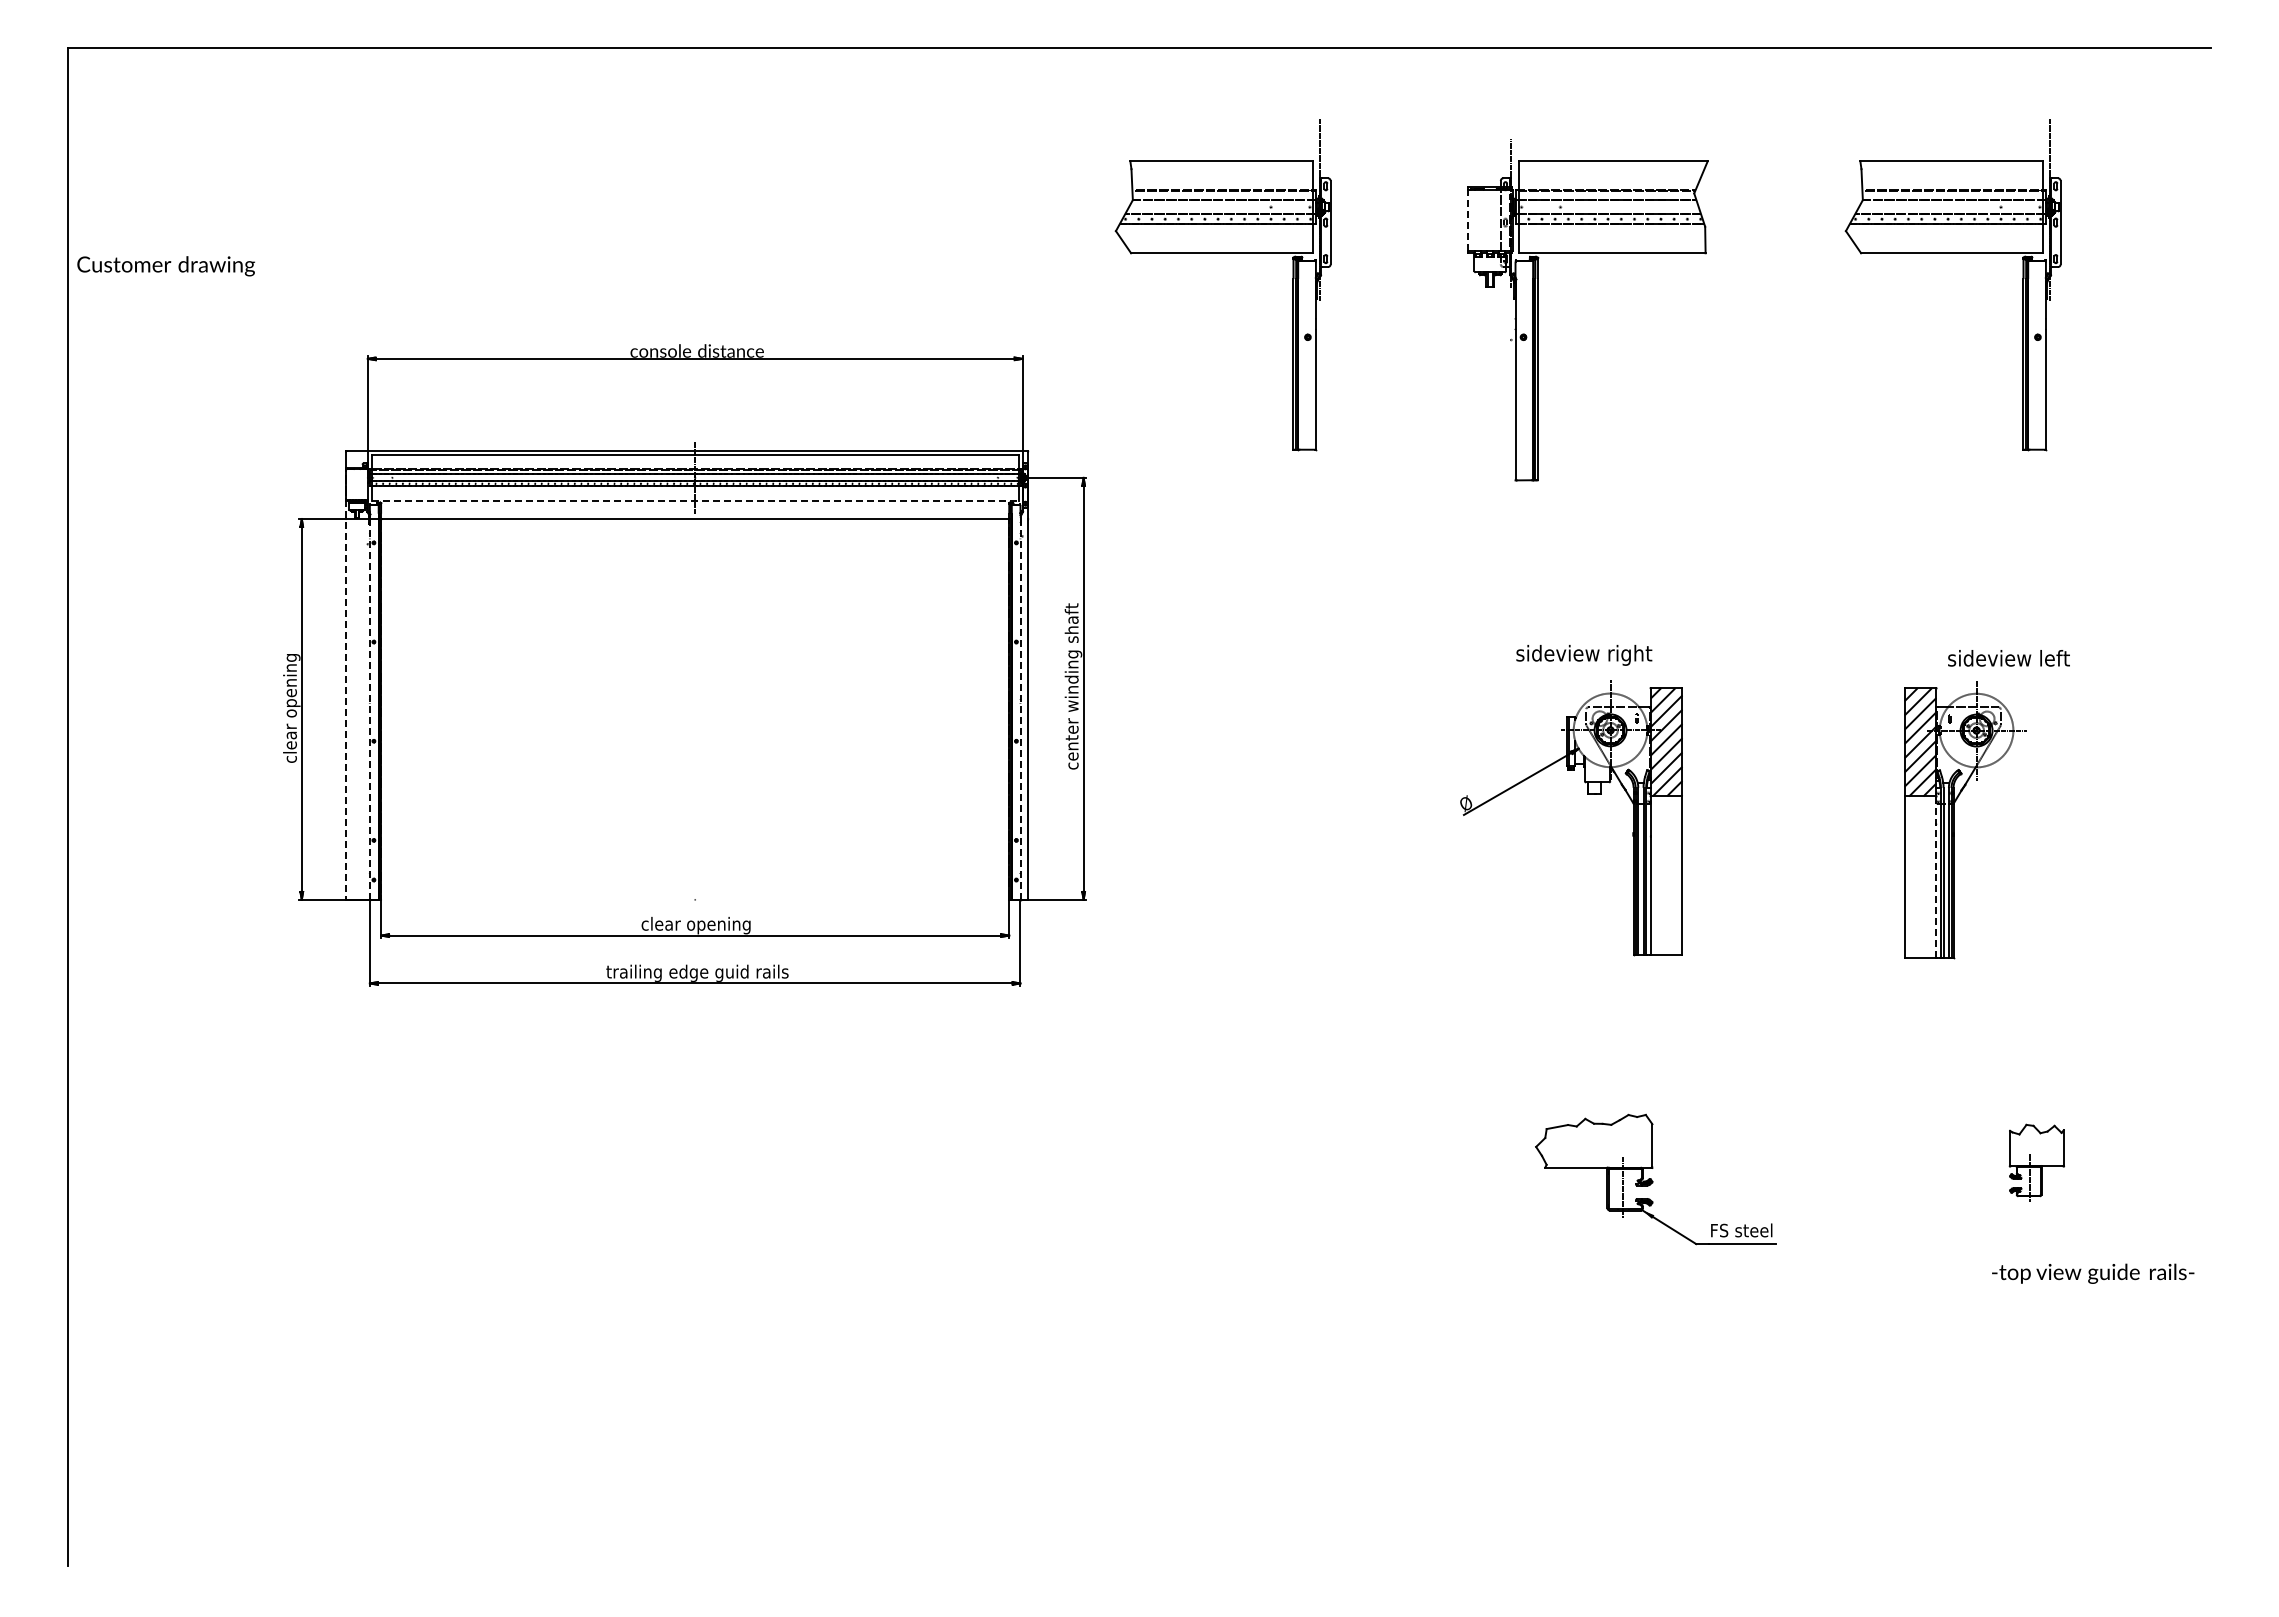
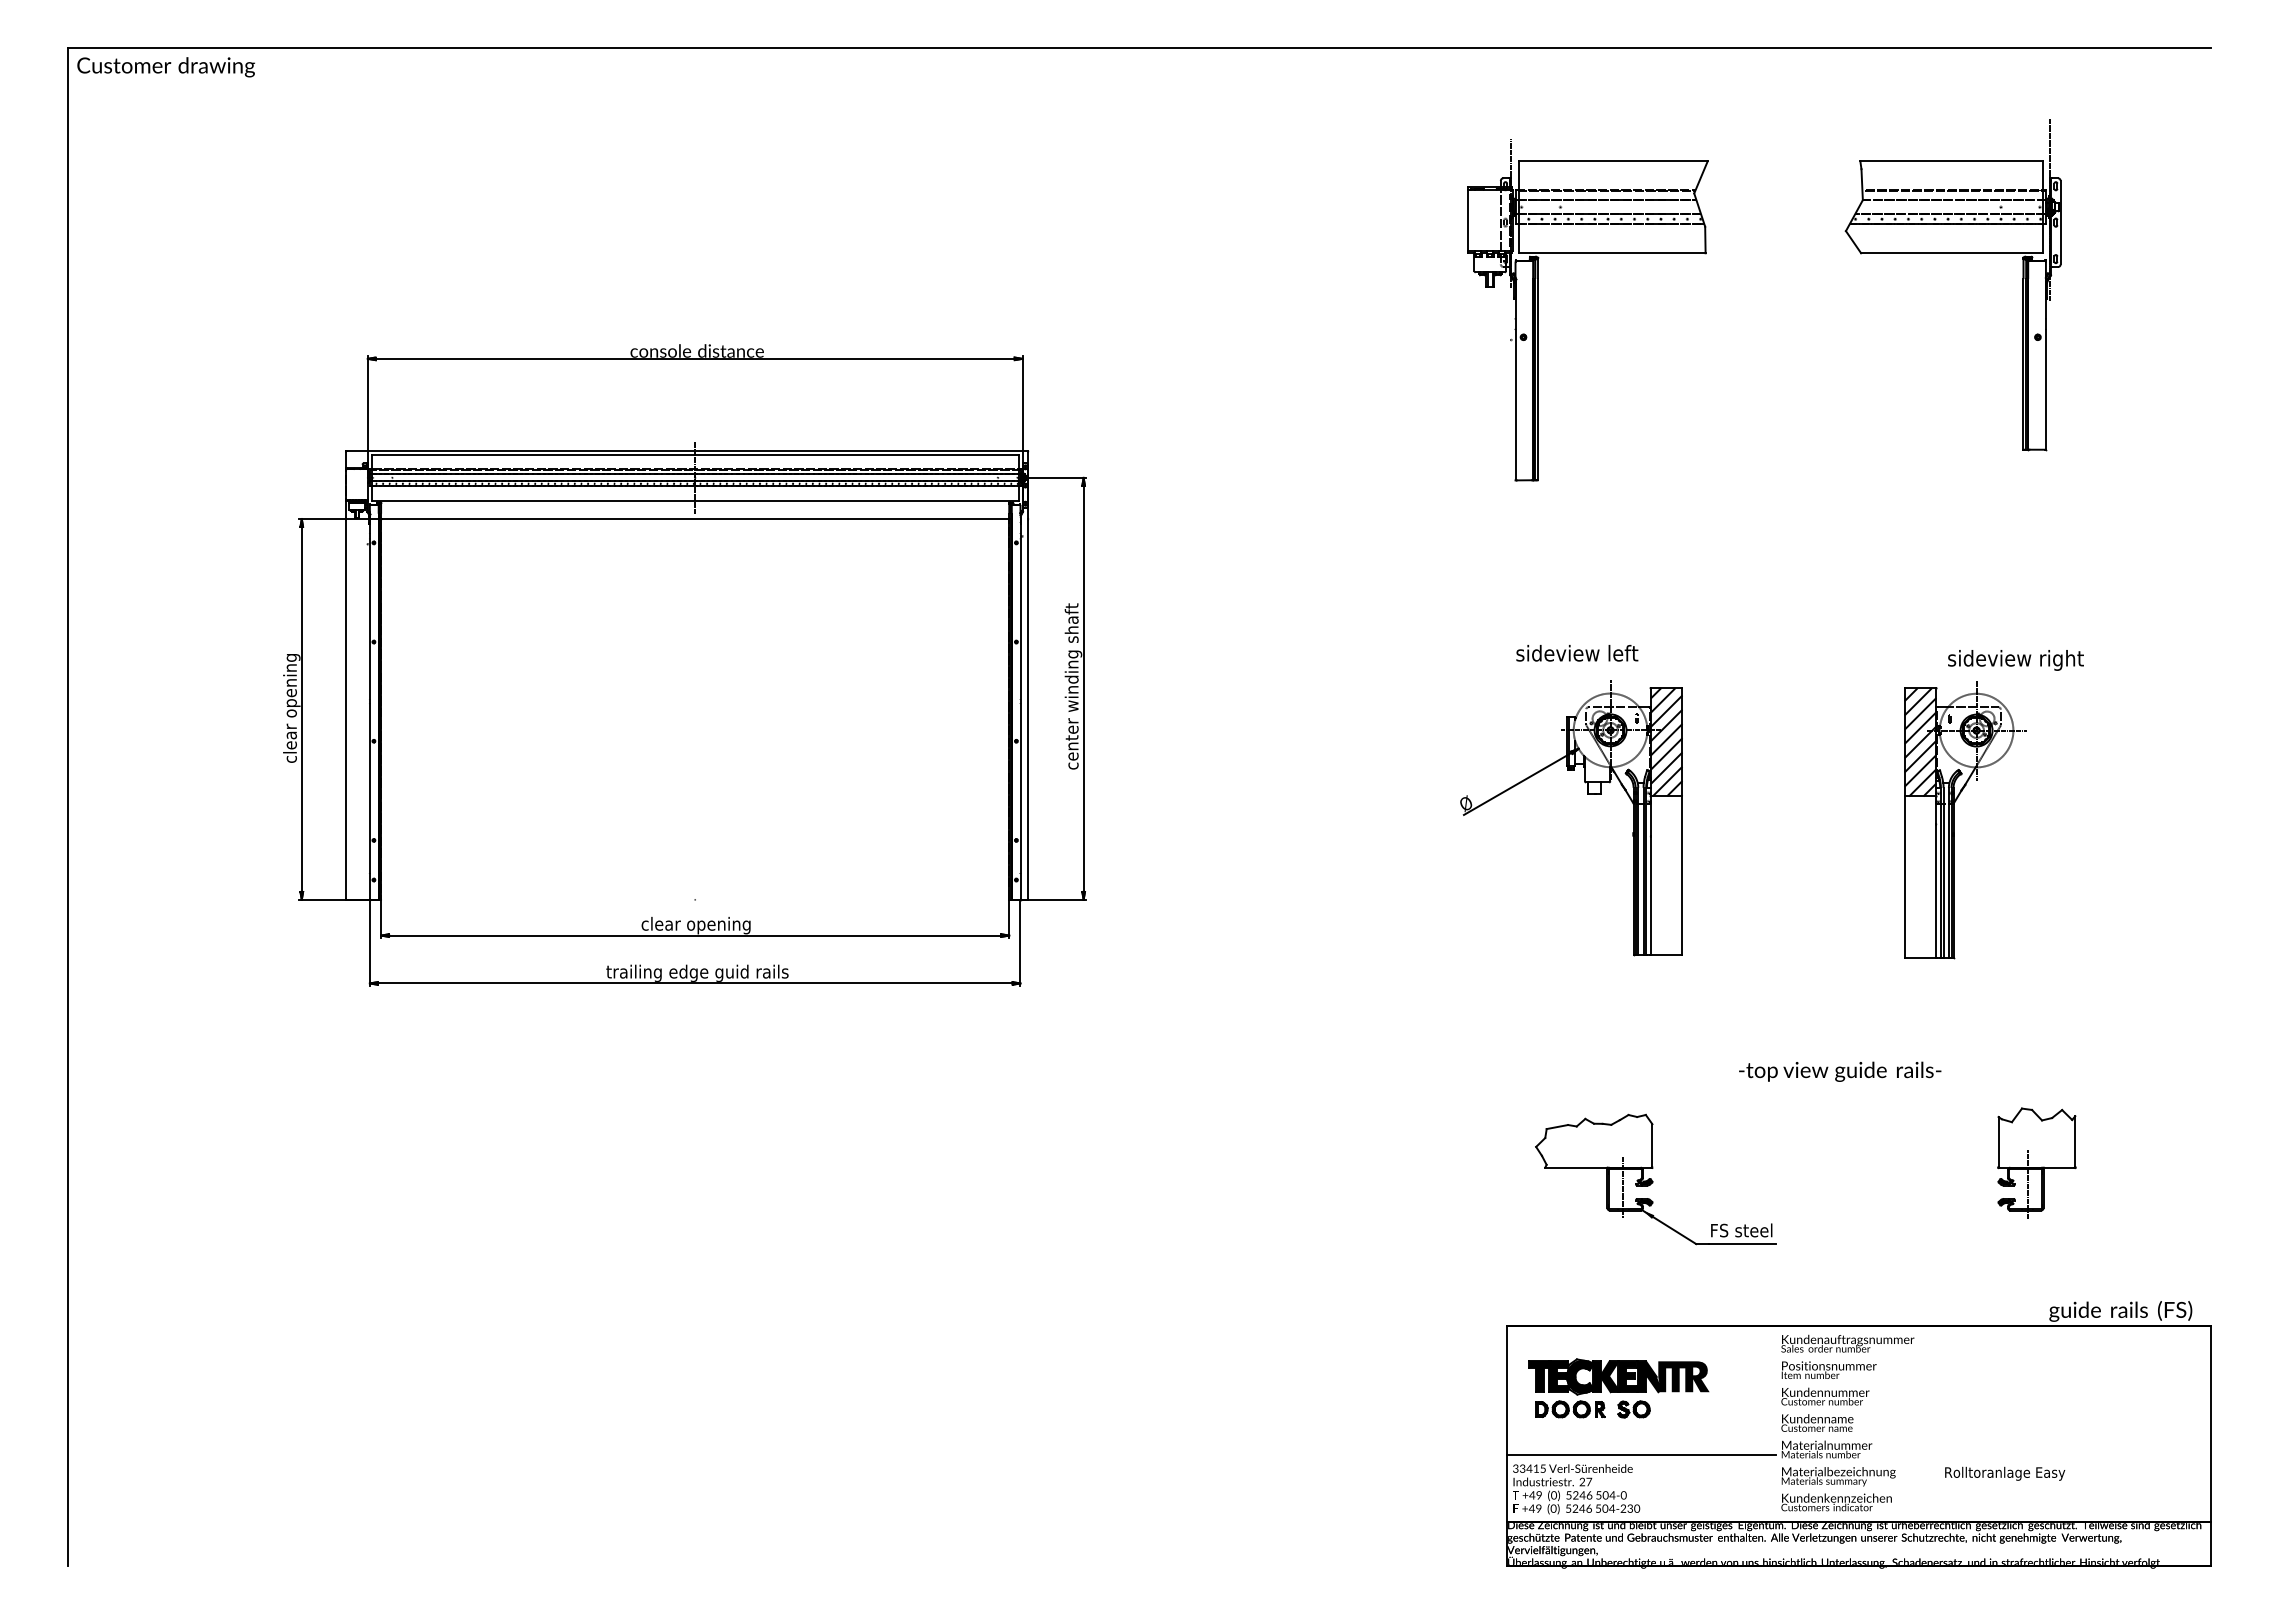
line at (1467, 220): dashed -> solid
part at (1222, 253): present -> none
text at (165, 266) position: (165, 266) -> (165, 67)
line at (695, 500): dashed -> solid
text at (1630, 654): sideview right -> sideview left
text at (2061, 660): sideview left -> sideview right
line at (346, 699): dashed -> solid
line at (369, 706): dashed -> solid
line at (1020, 706): dashed -> solid
line at (1936, 877): dashed -> solid
part at (2036, 1162) size: 57x79 px -> 80x112 px
text at (2093, 1273) position: (2093, 1273) -> (1840, 1071)
part at (1858, 1434): none -> present
